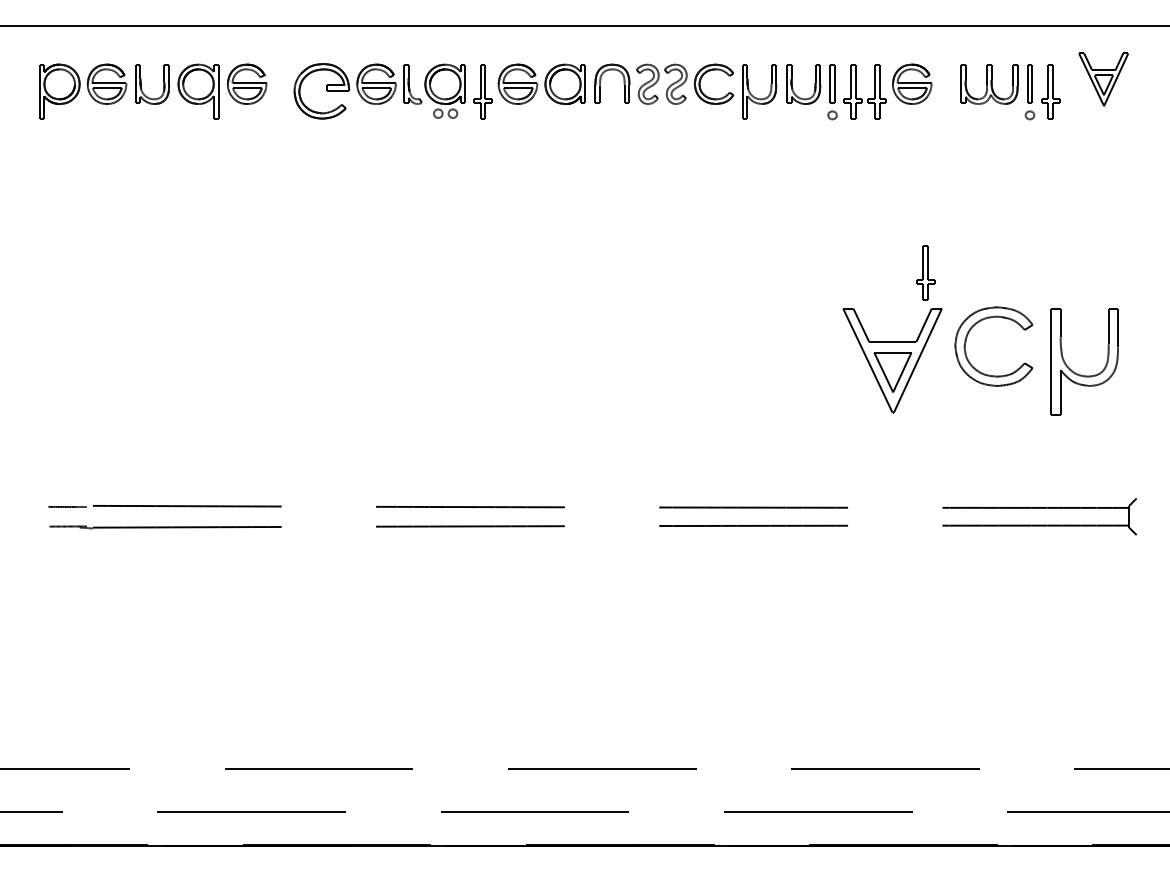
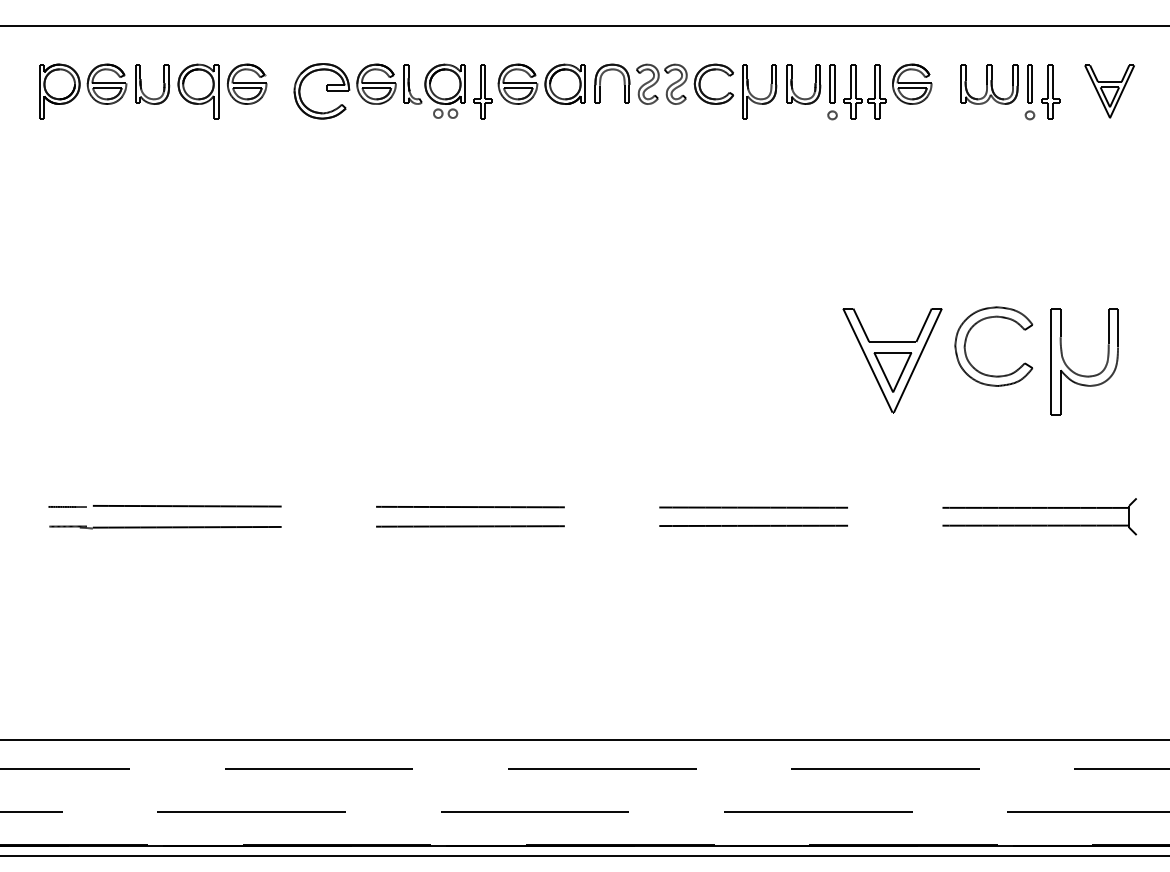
part at (1103, 79) position: (1103, 79) -> (1109, 91)
part at (925, 272): present -> none
line at (584, 739): none -> present
line at (584, 855): none -> present
